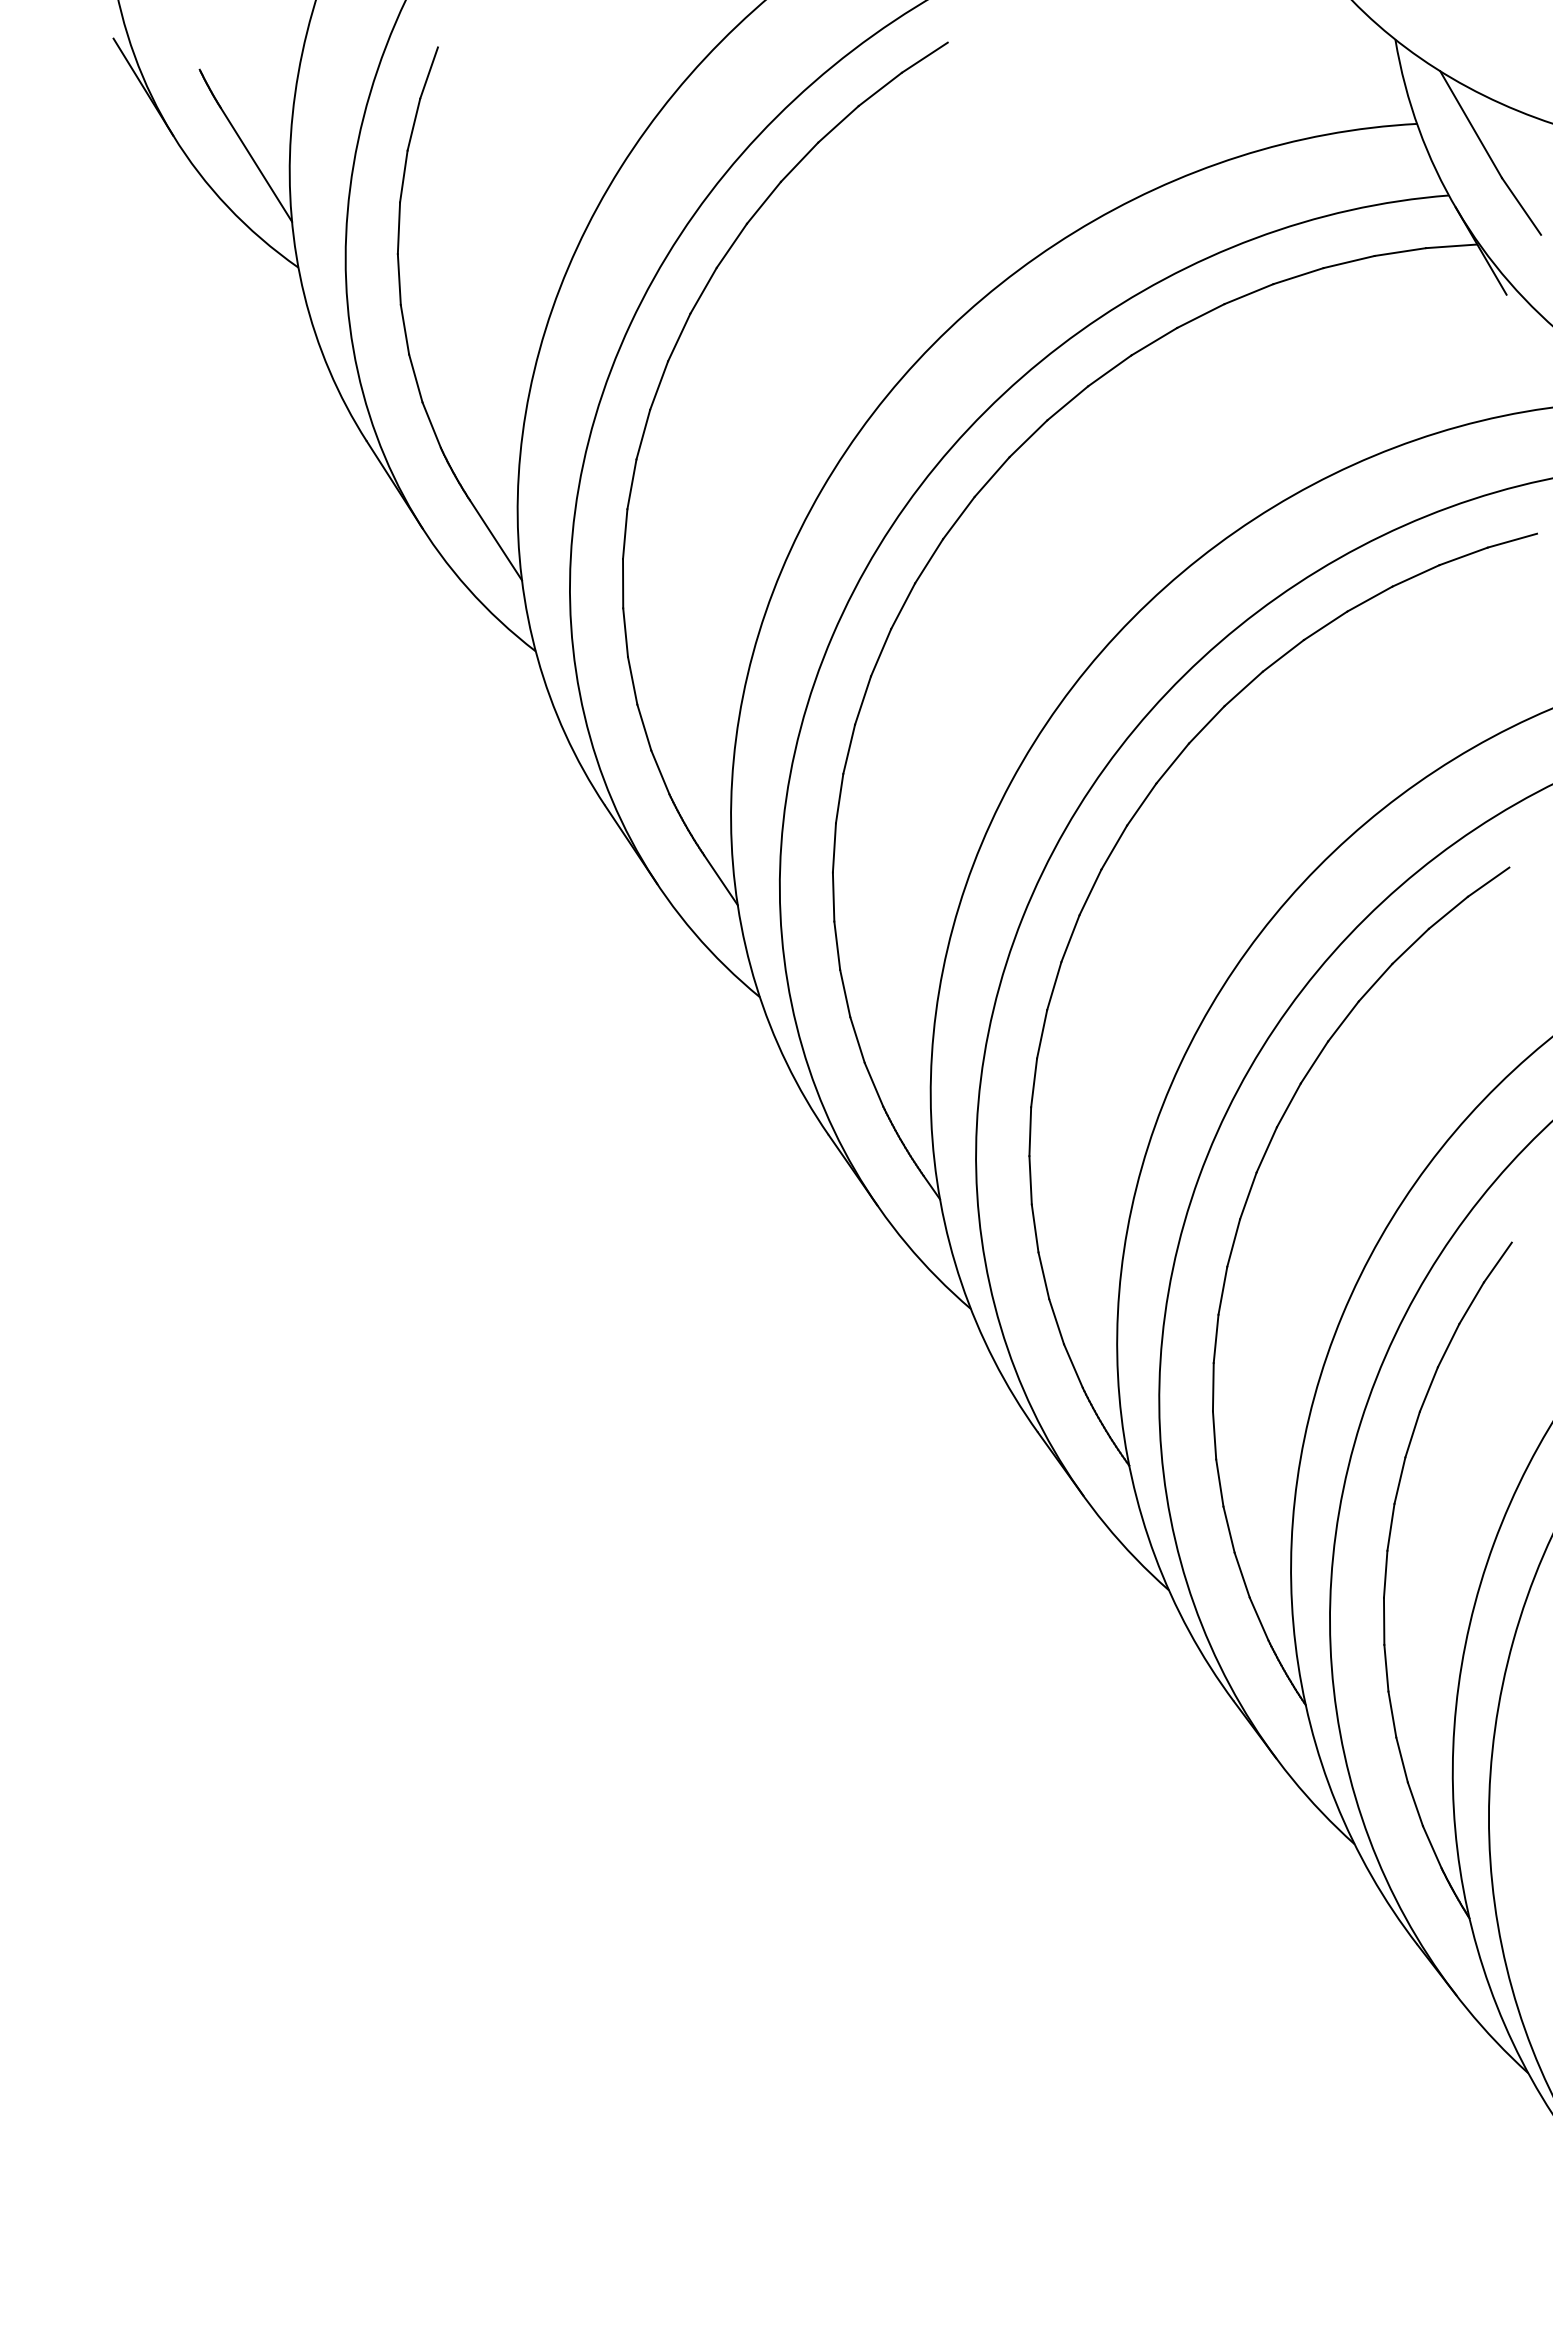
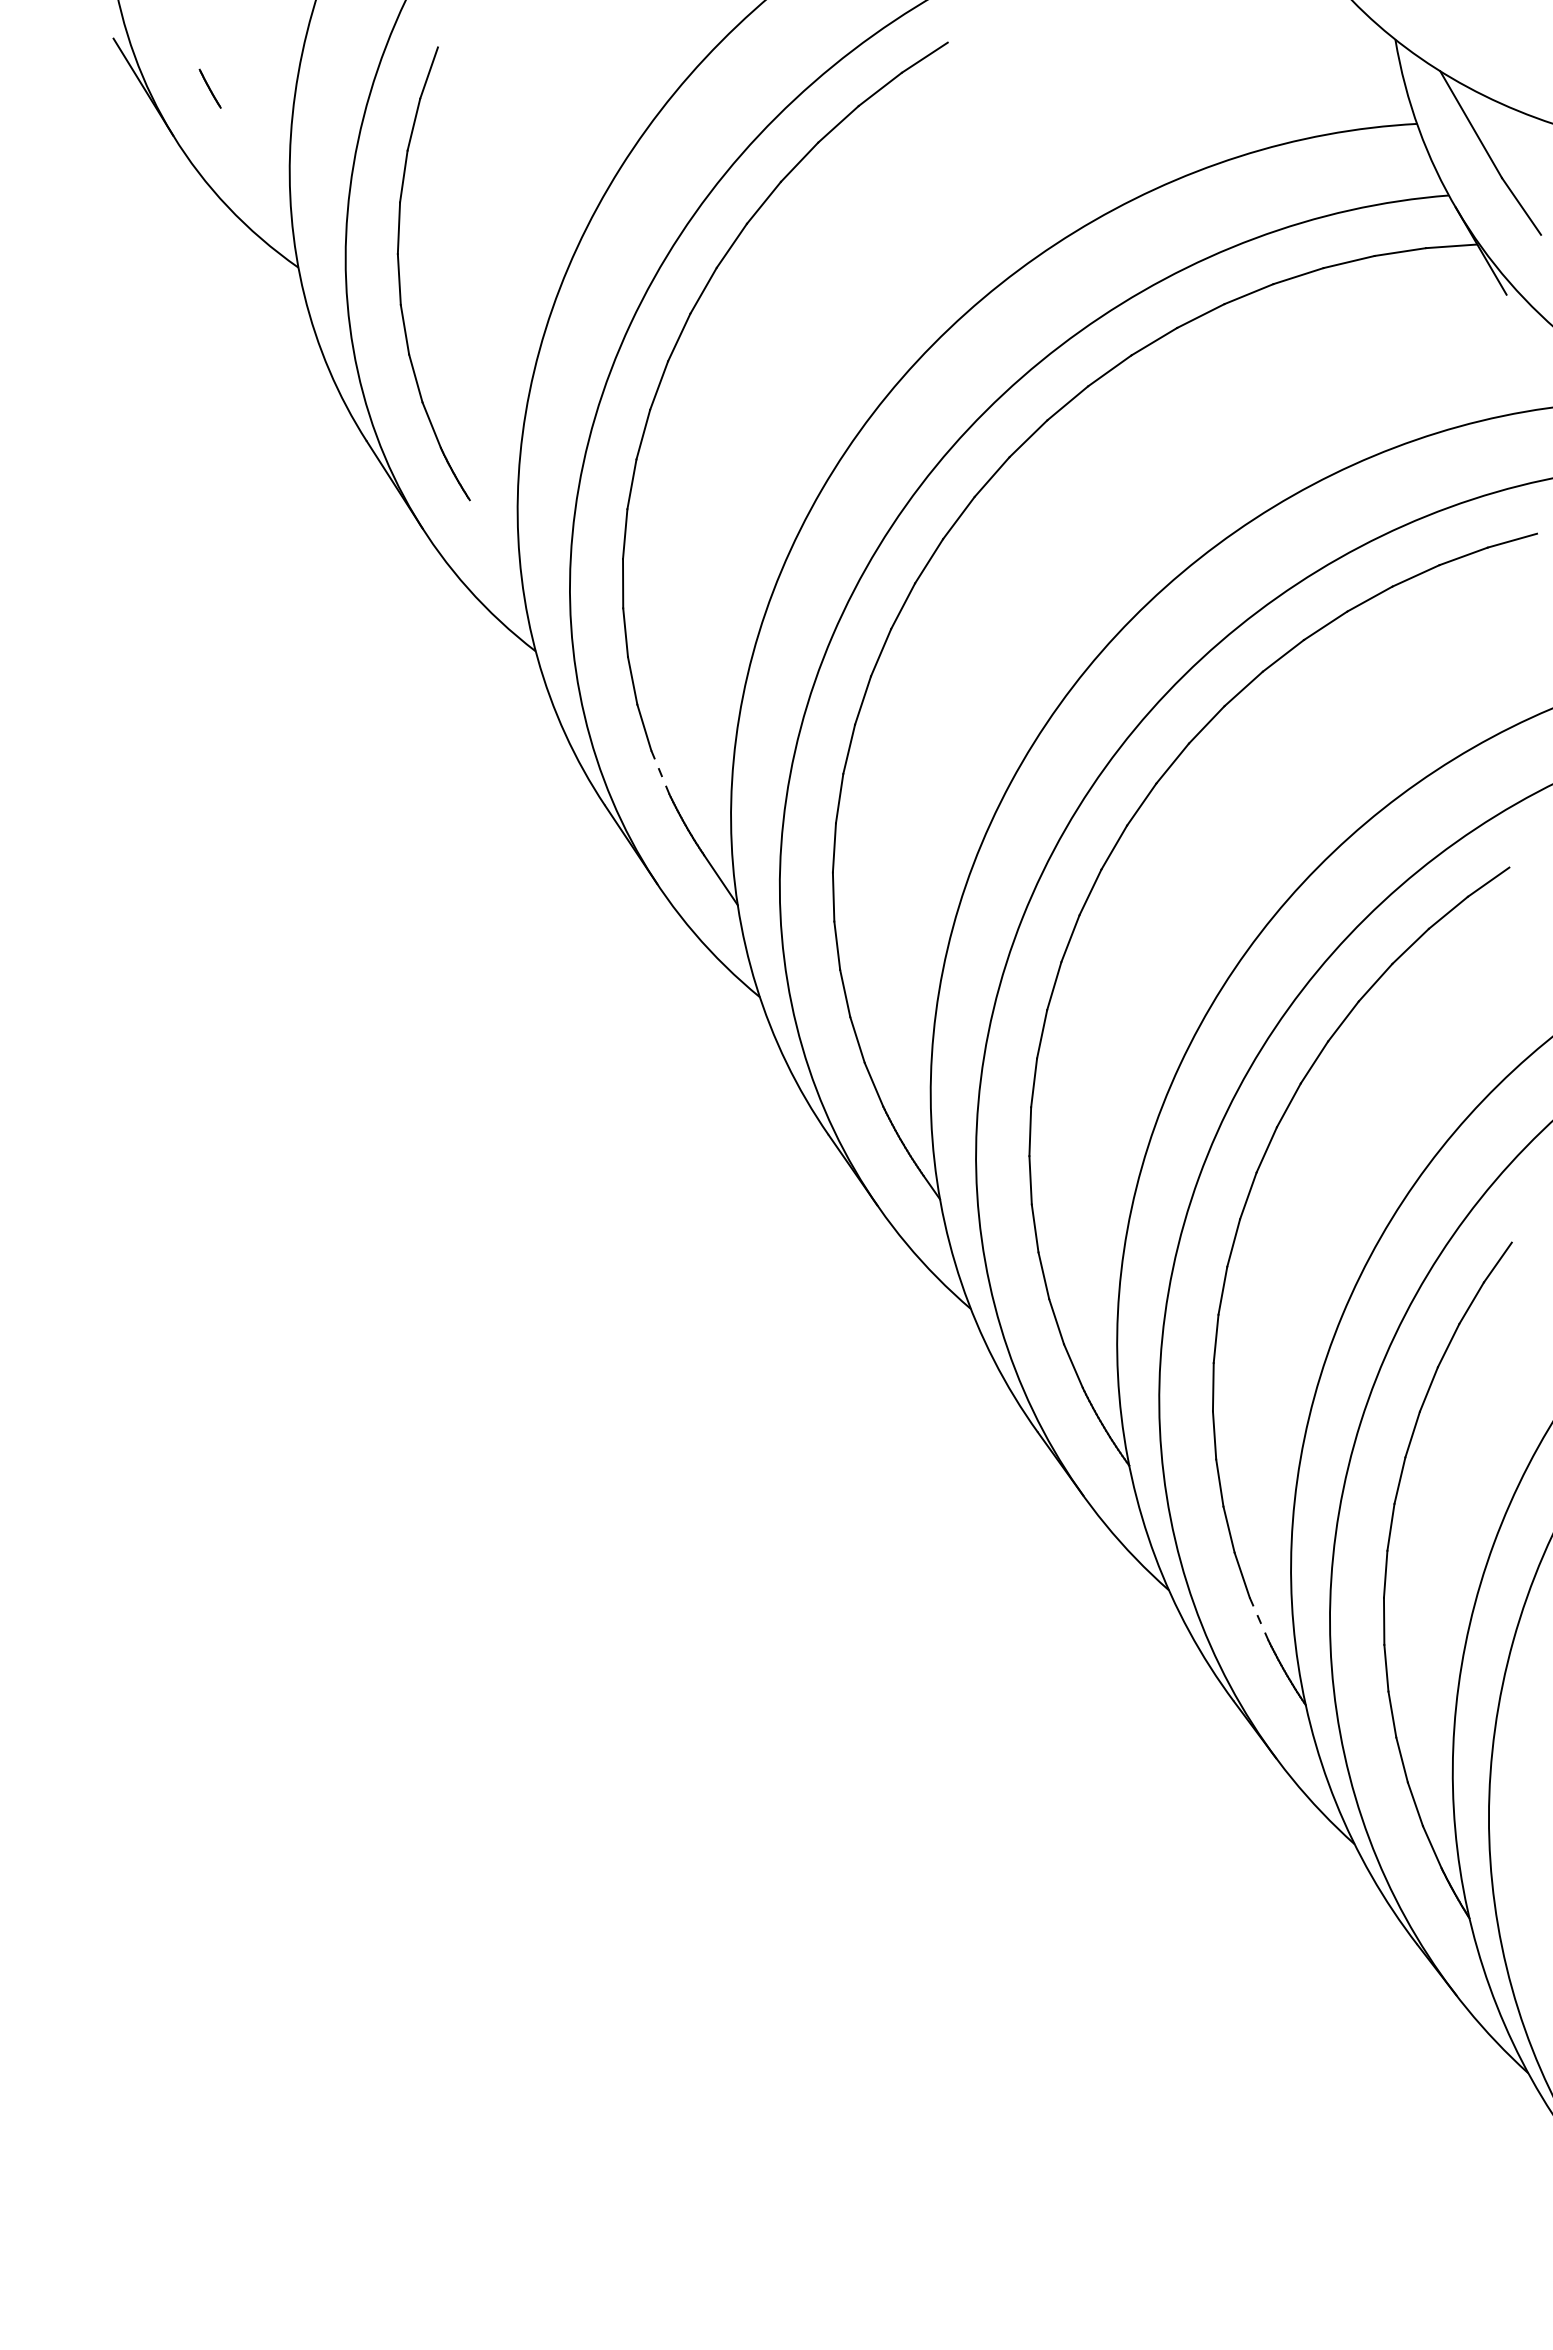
line at (256, 164): present -> none
line at (495, 540): present -> none
line at (660, 772): solid -> dashed
line at (1259, 1619): solid -> dashed
